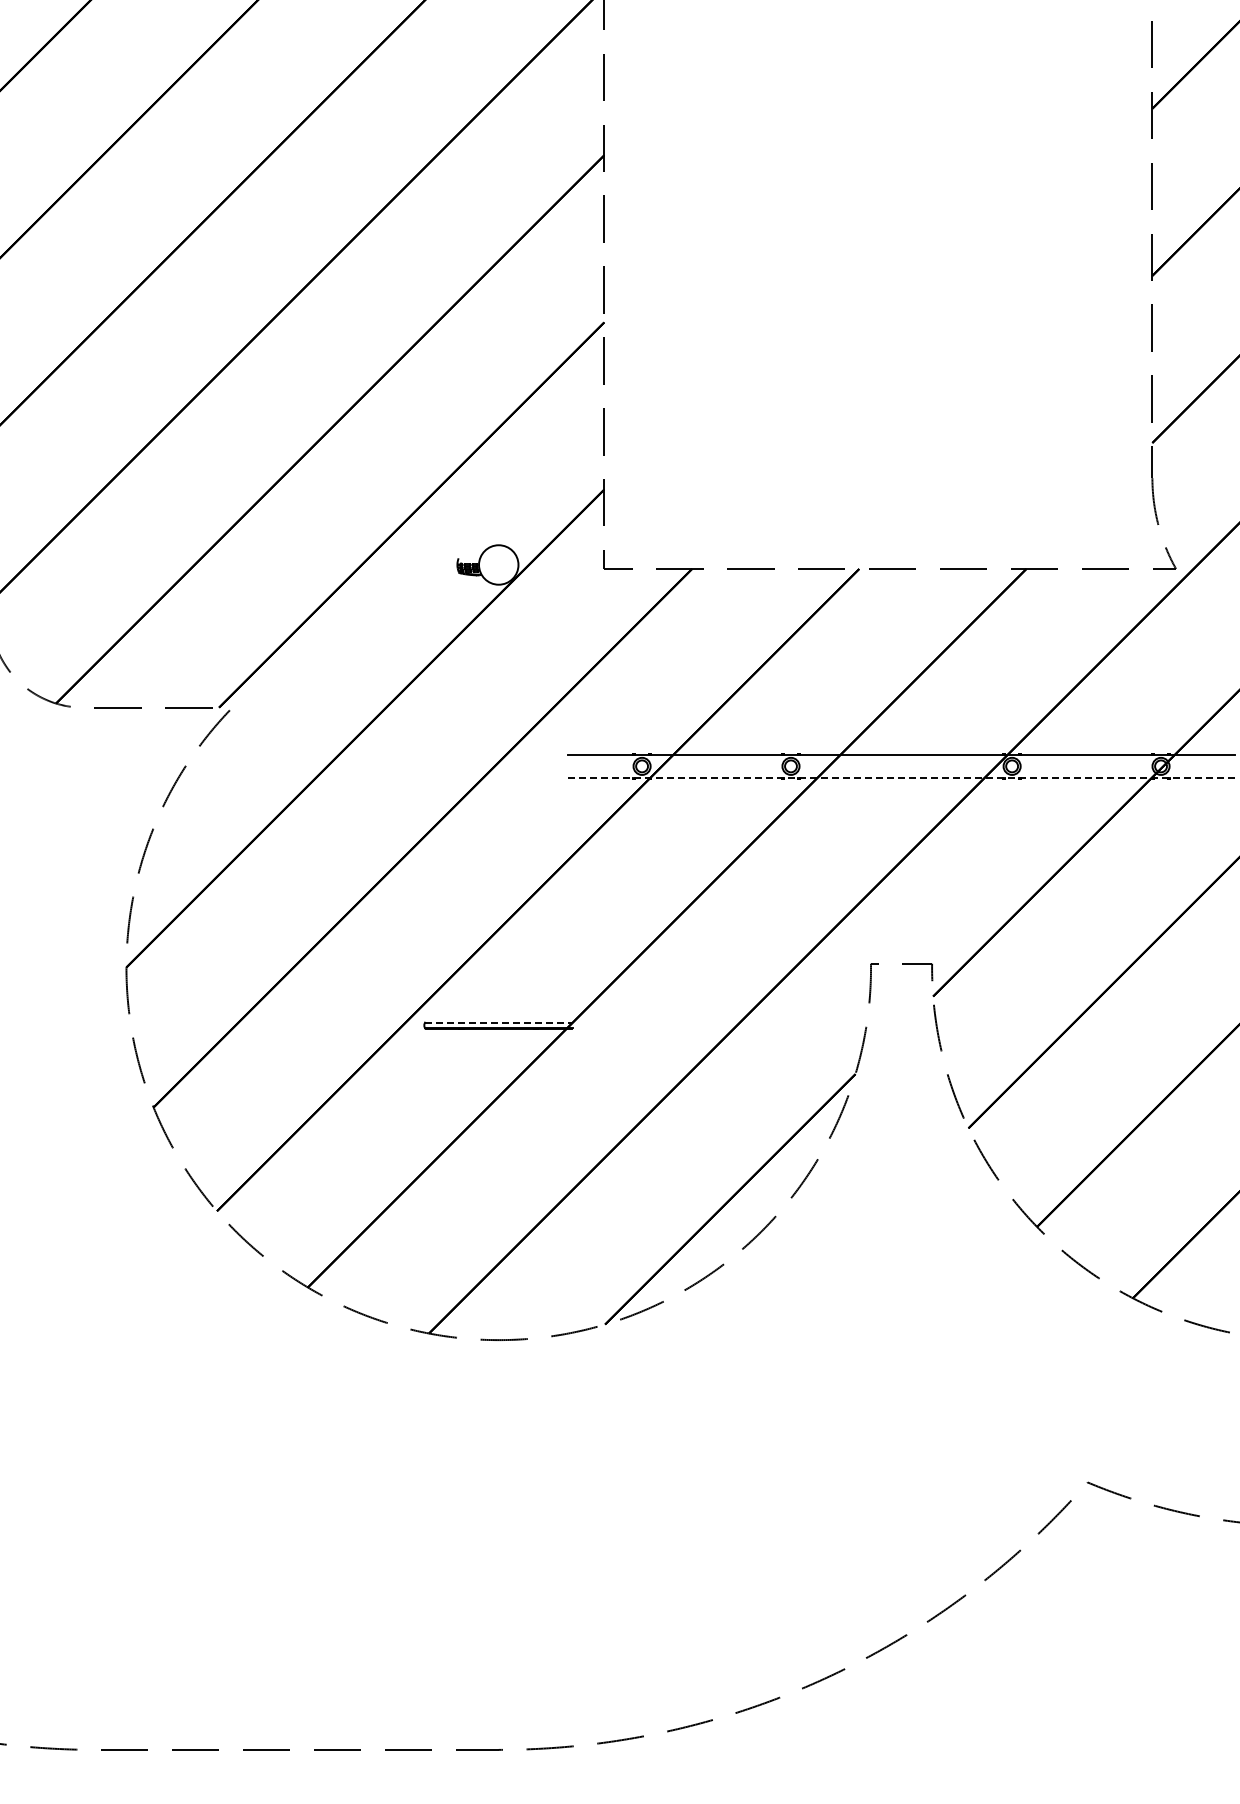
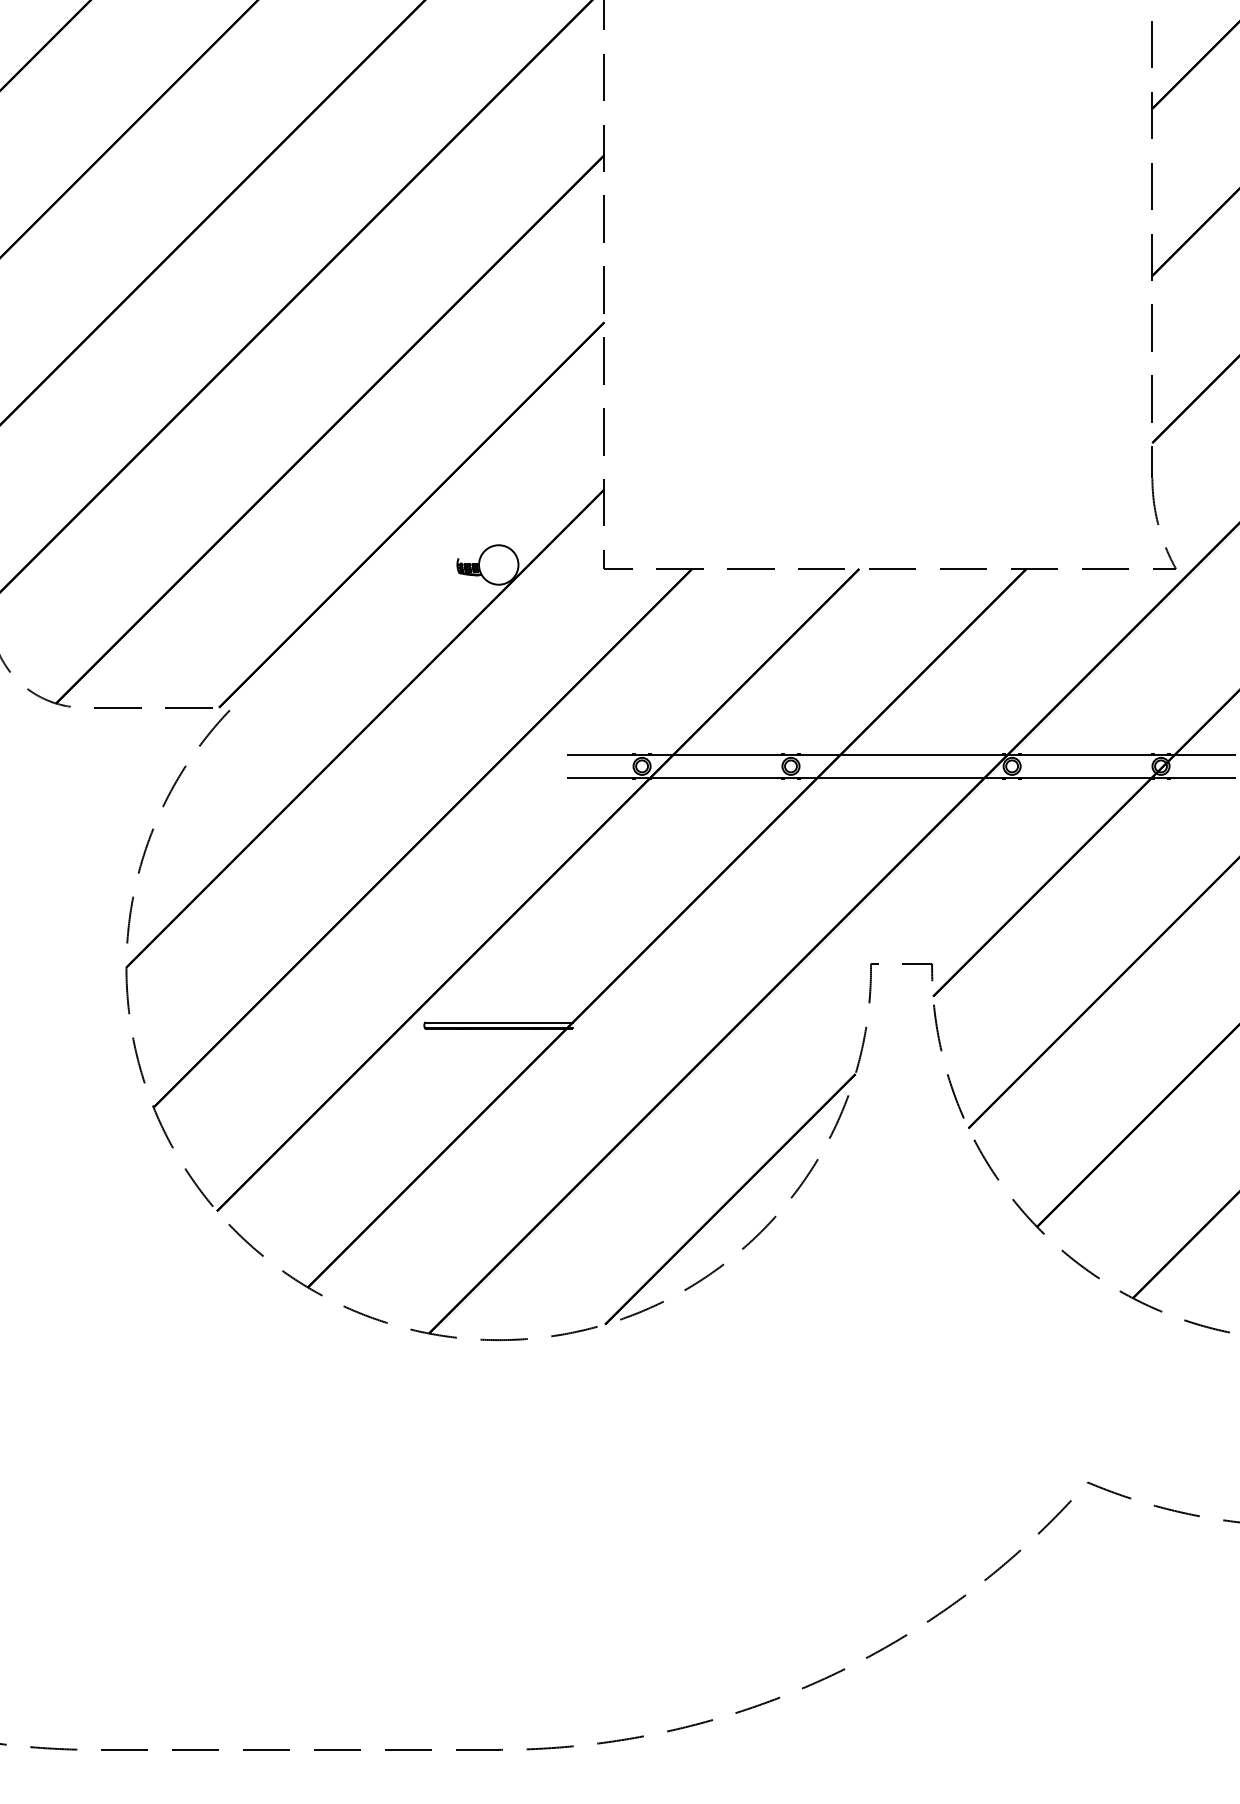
line at (902, 777): dashed -> solid
line at (498, 1022): dashed -> solid
